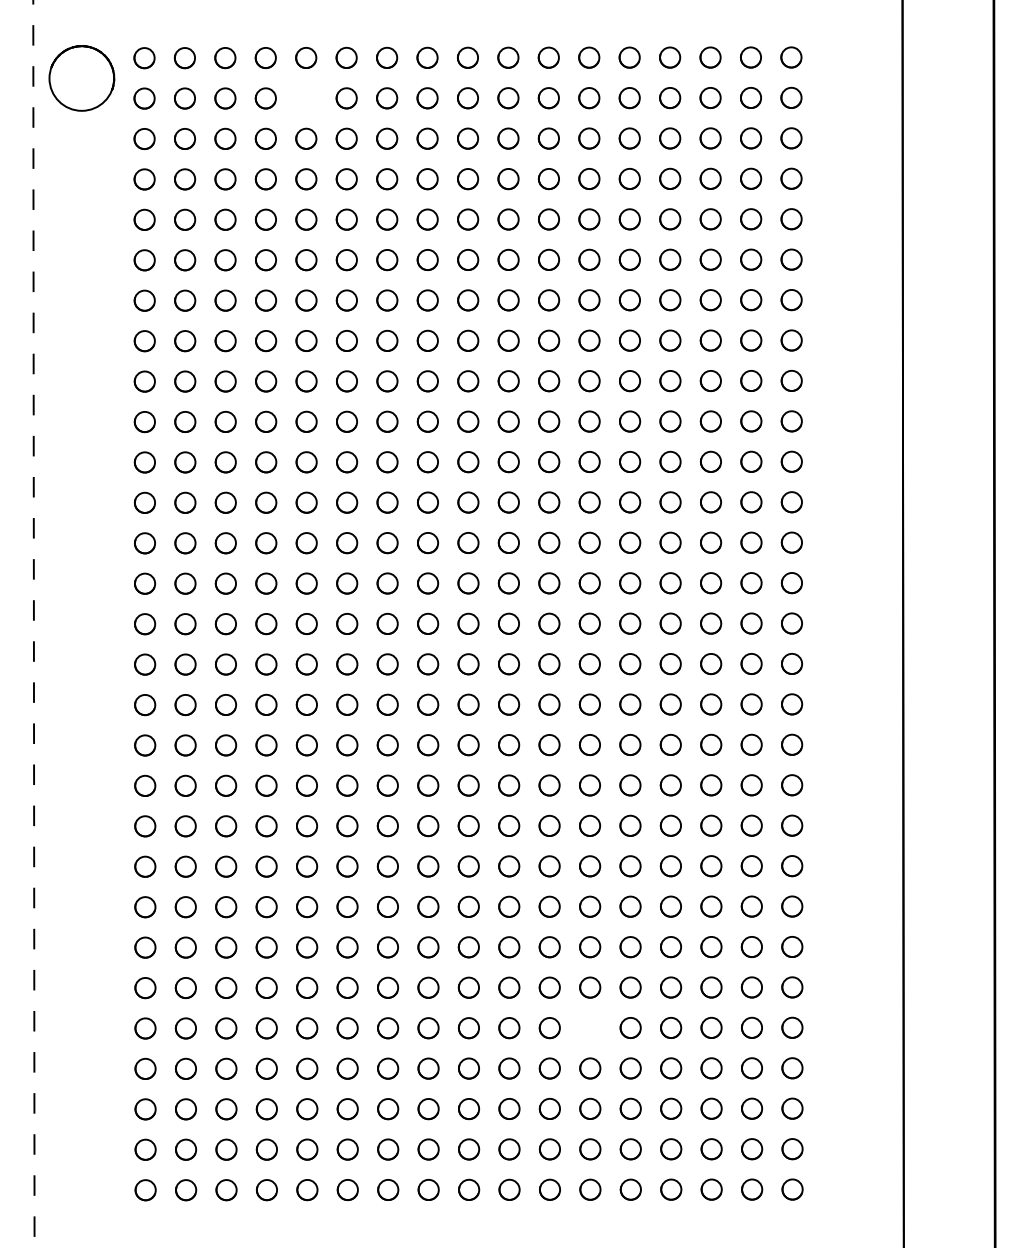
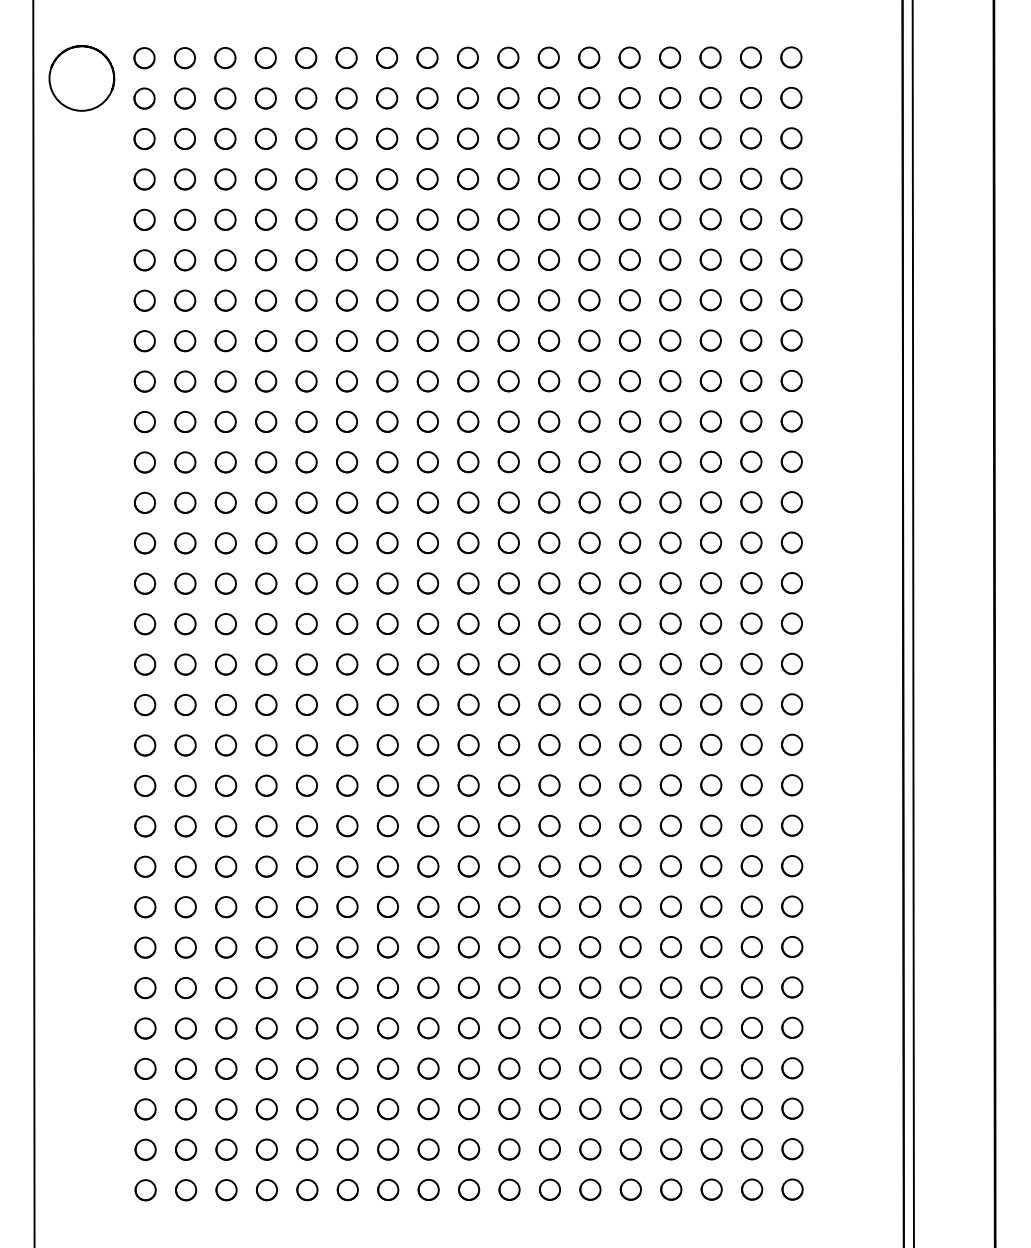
circle at (306, 98): none -> present
line at (912, 623): none -> present
line at (33, 624): dashed -> solid
circle at (590, 1028): none -> present
